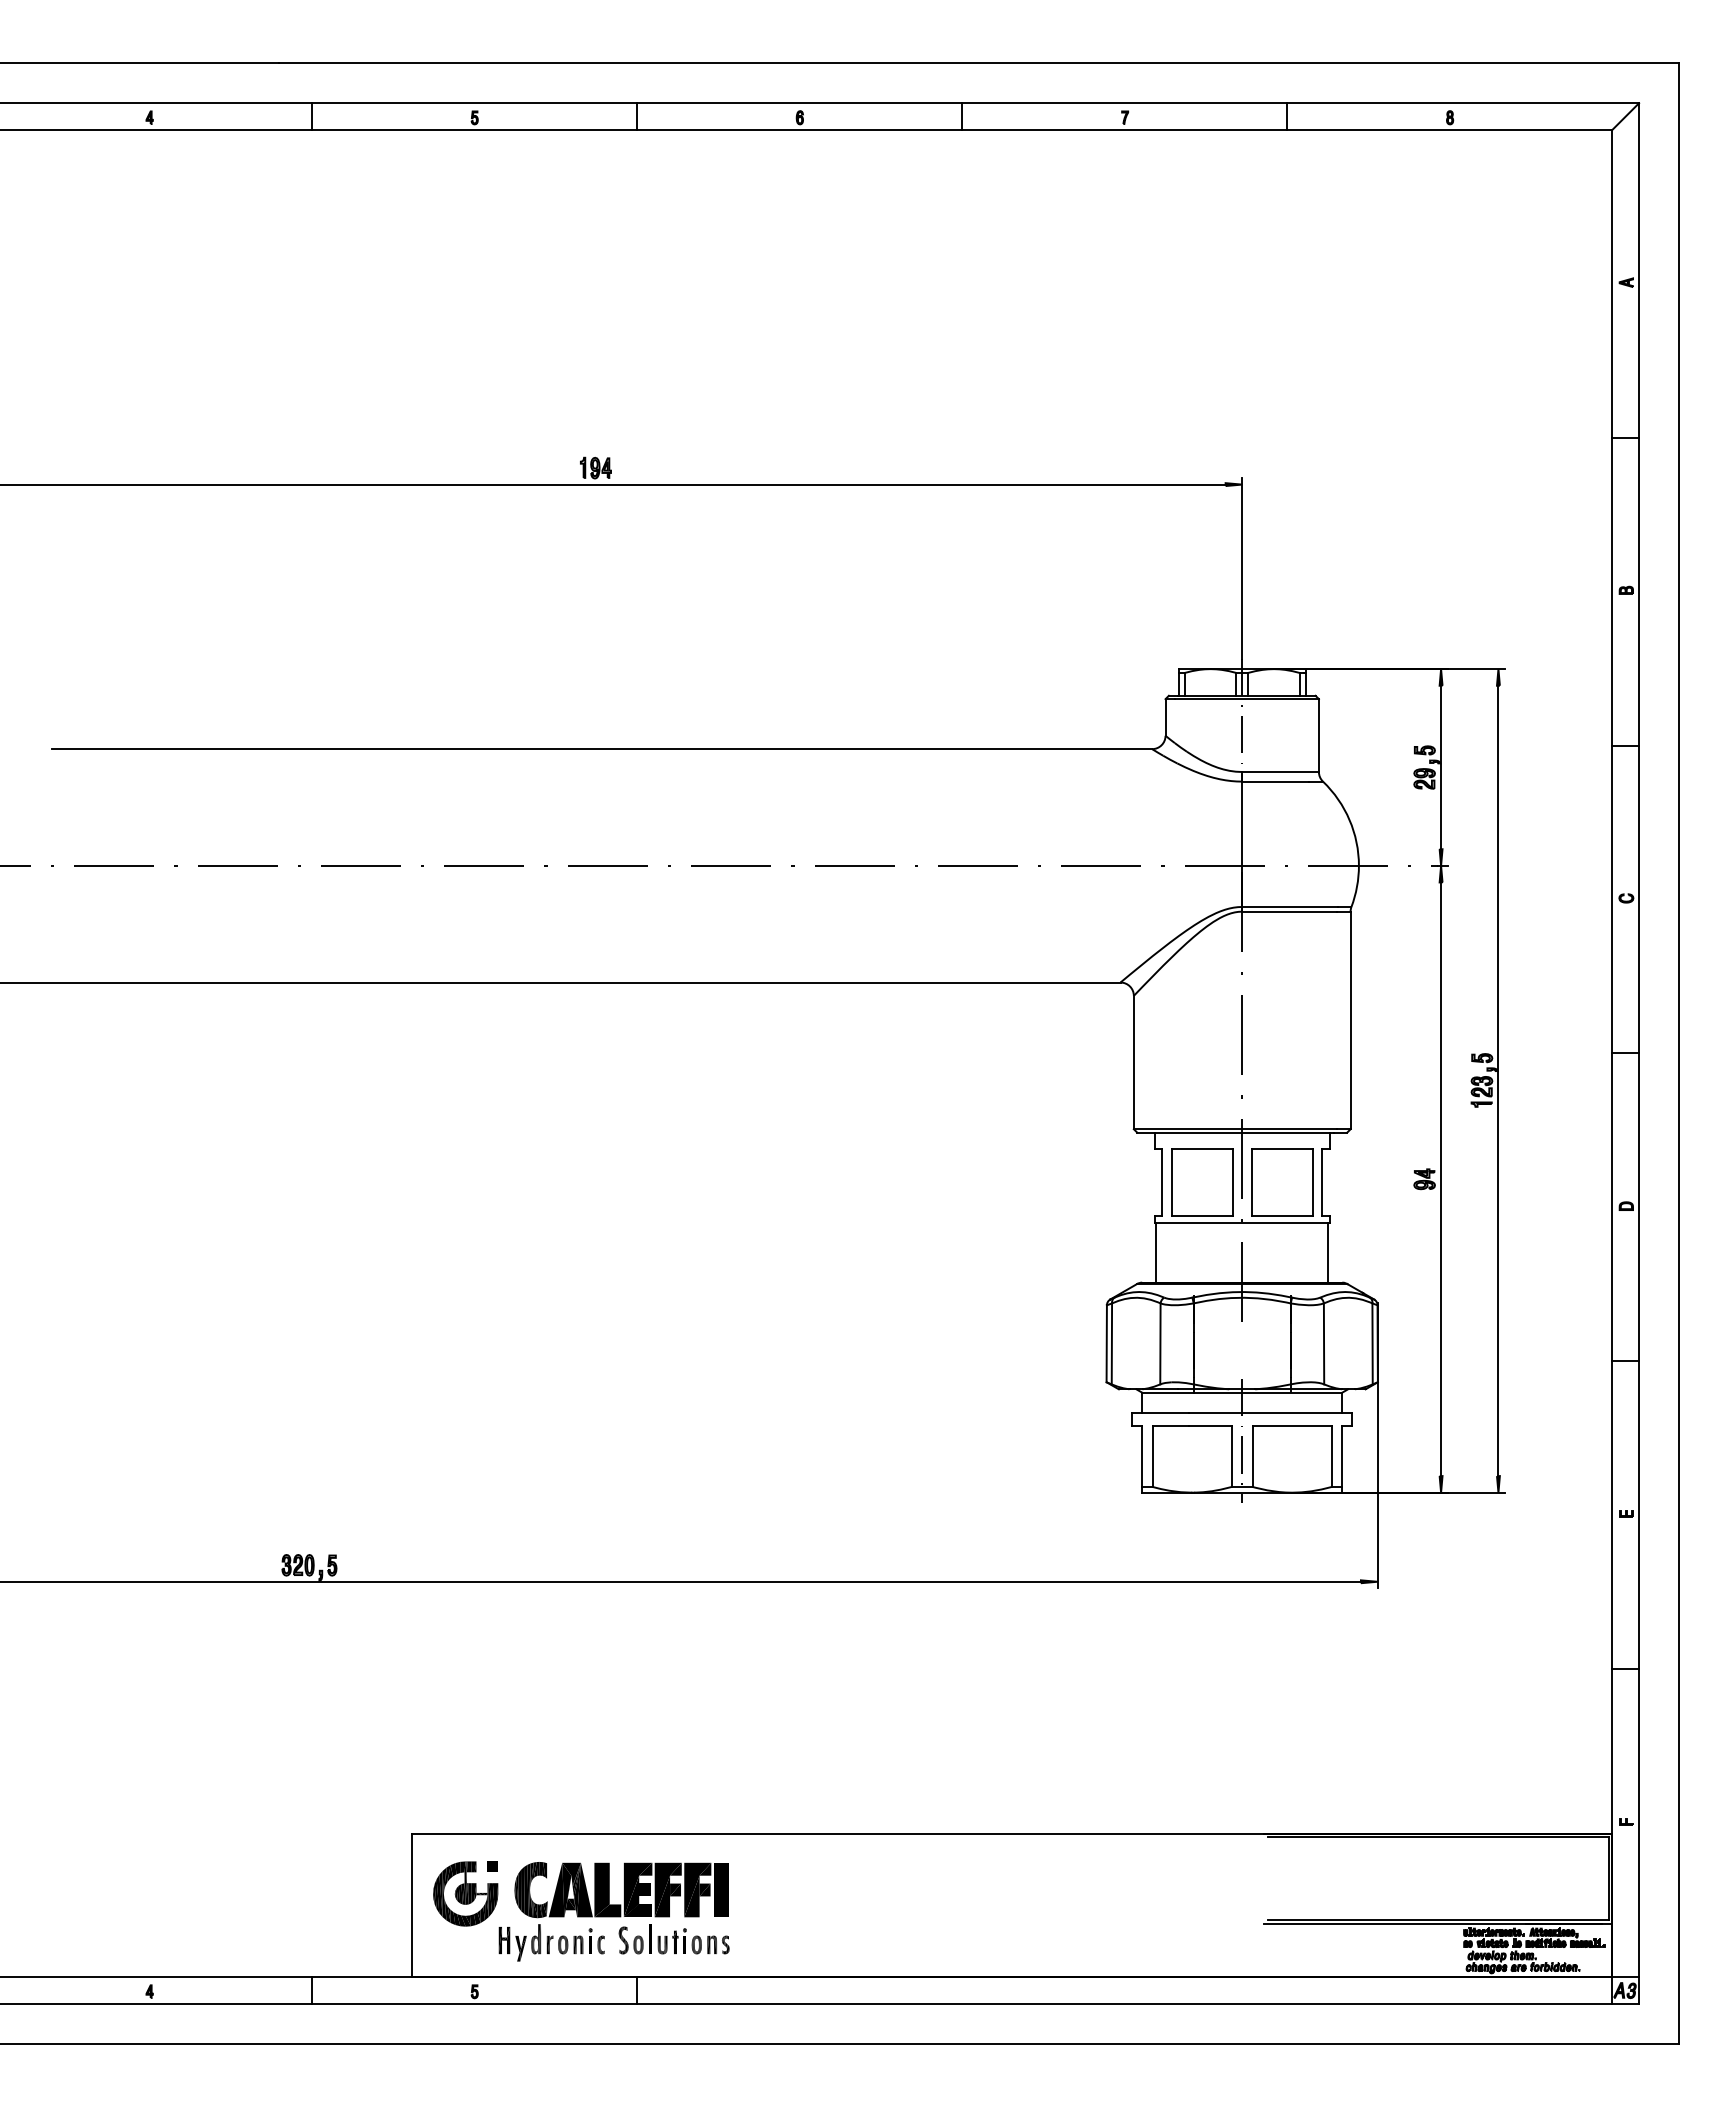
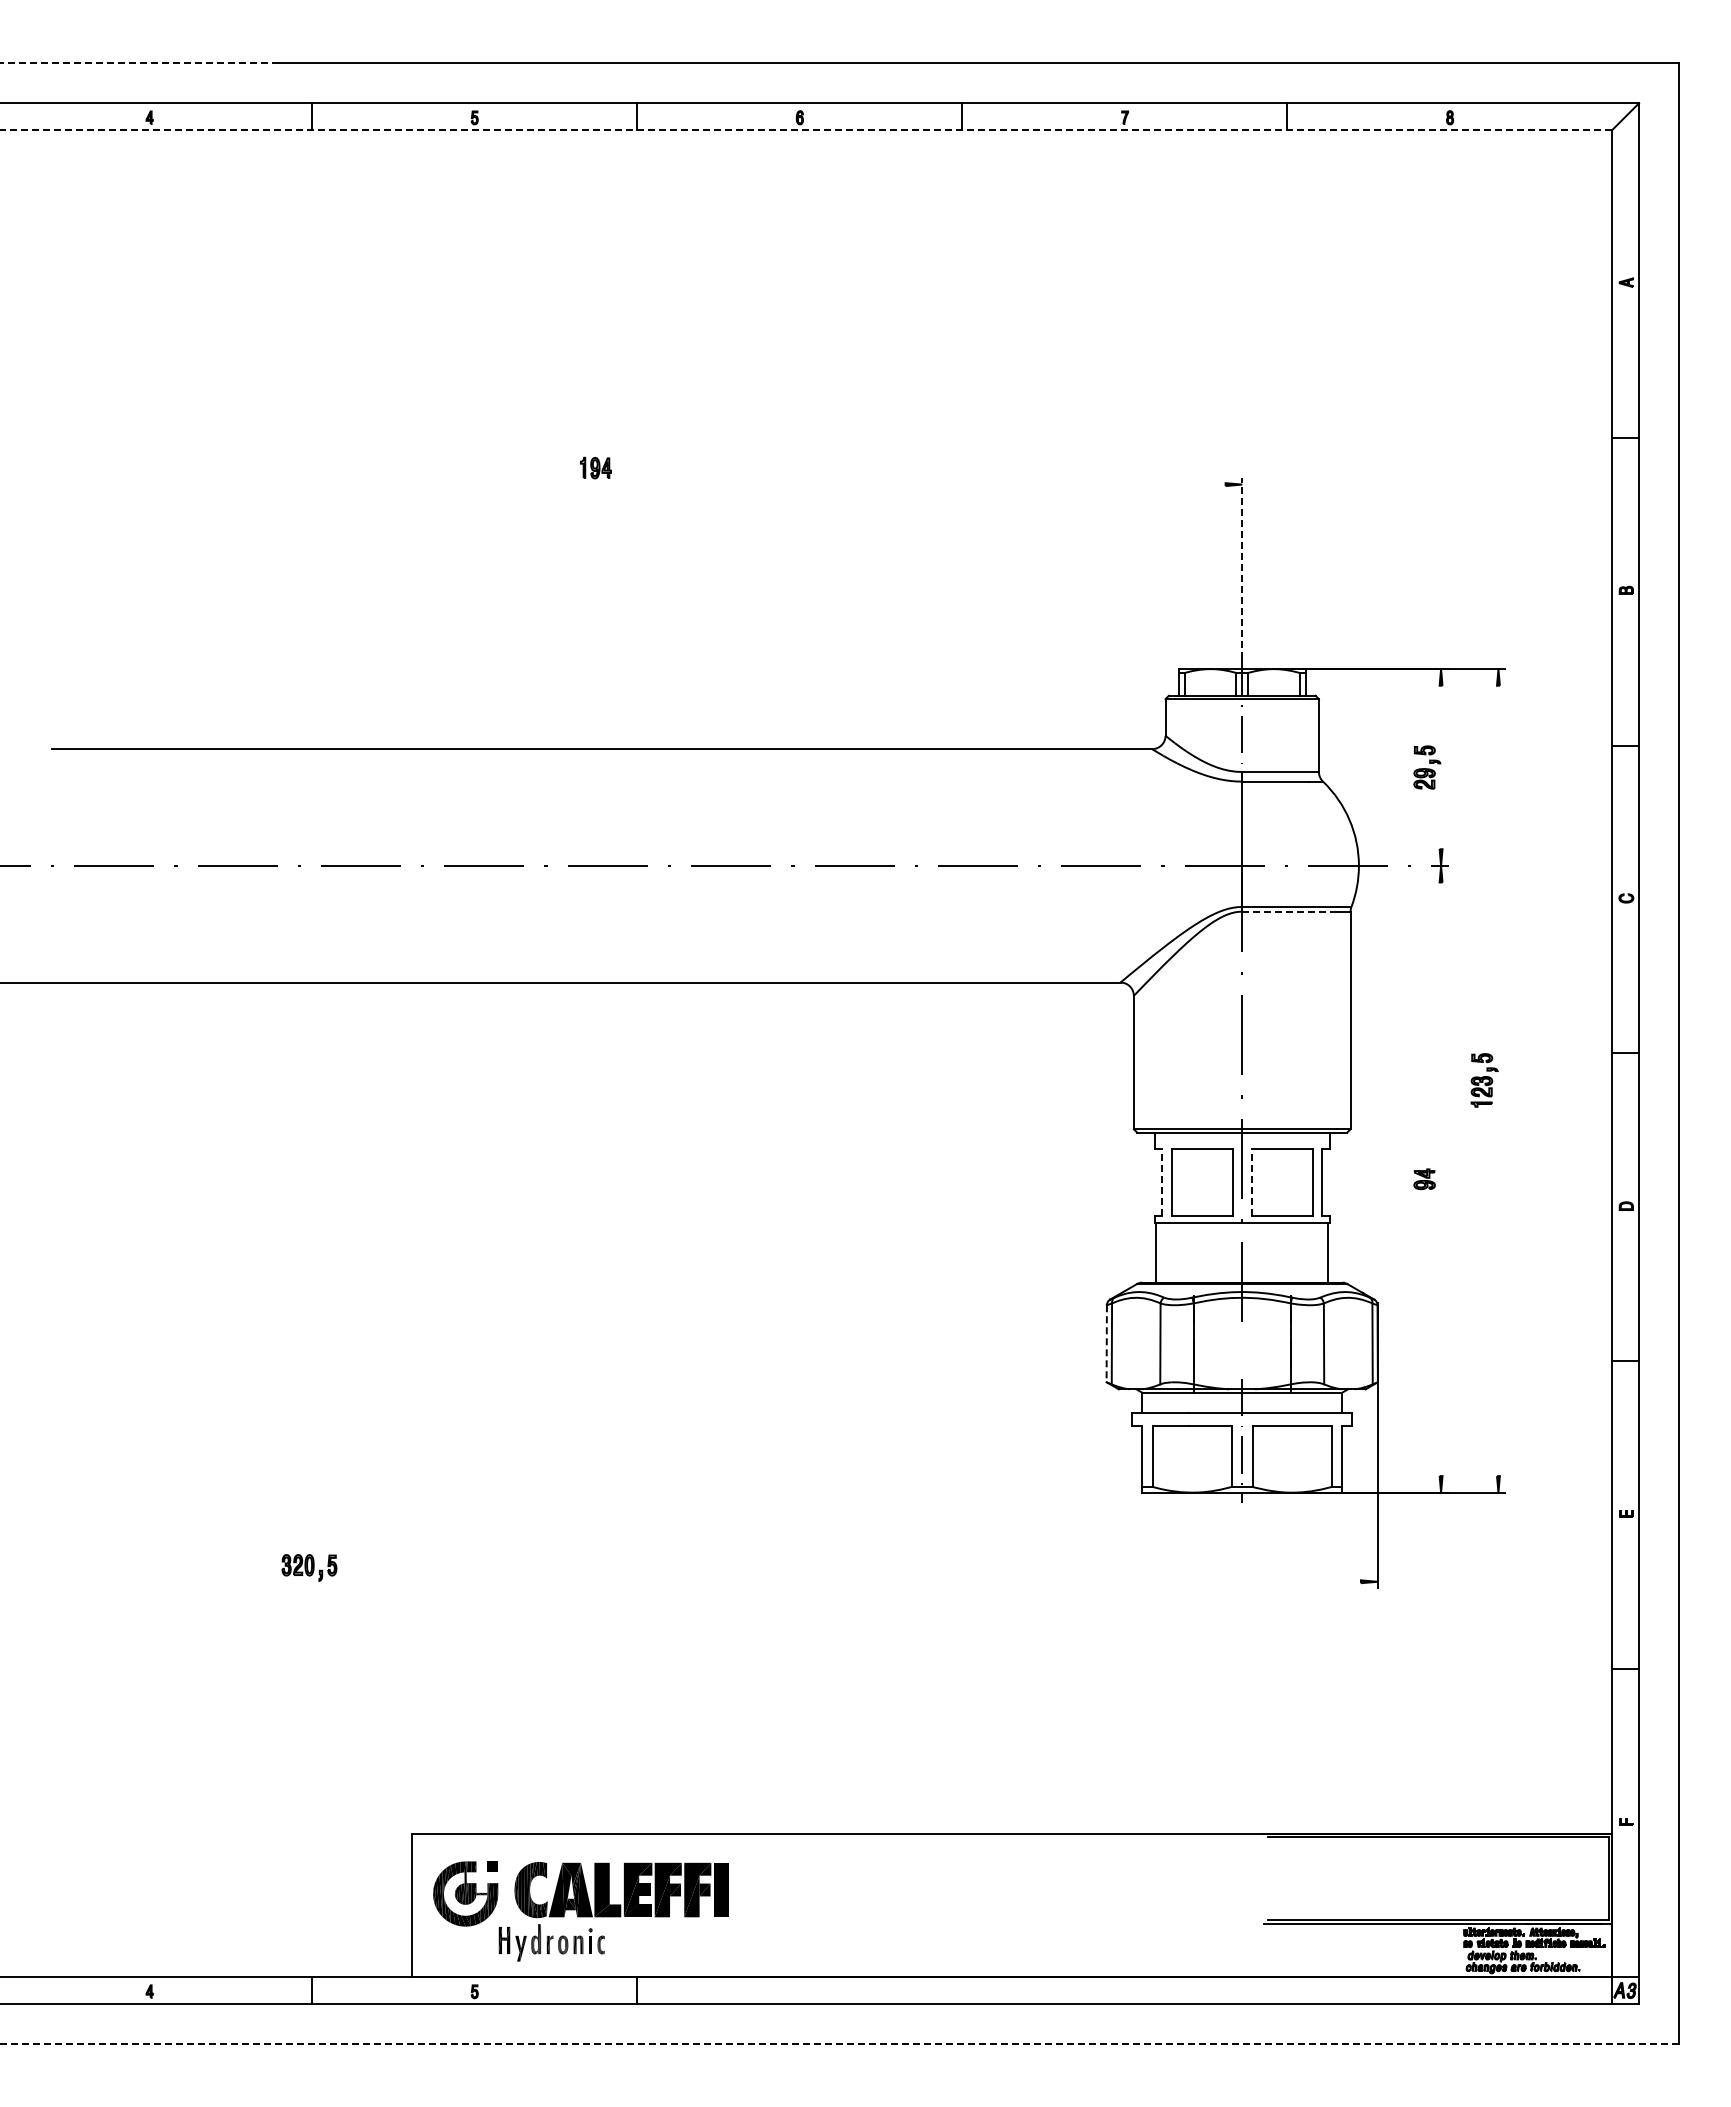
line at (139, 63): solid -> dashed
line at (806, 129): solid -> dashed
line at (613, 484): present -> none
line at (1242, 567): solid -> dashed
line at (1441, 767): present -> none
line at (1289, 911): solid -> dashed
line at (1498, 1080): present -> none
line at (1441, 1179): present -> none
line at (1162, 1182): solid -> dashed
line at (1251, 1182): solid -> dashed
line at (1106, 1344): solid -> dashed
line at (681, 1581): present -> none
part at (673, 1939): present -> none
line at (840, 2043): solid -> dashed
